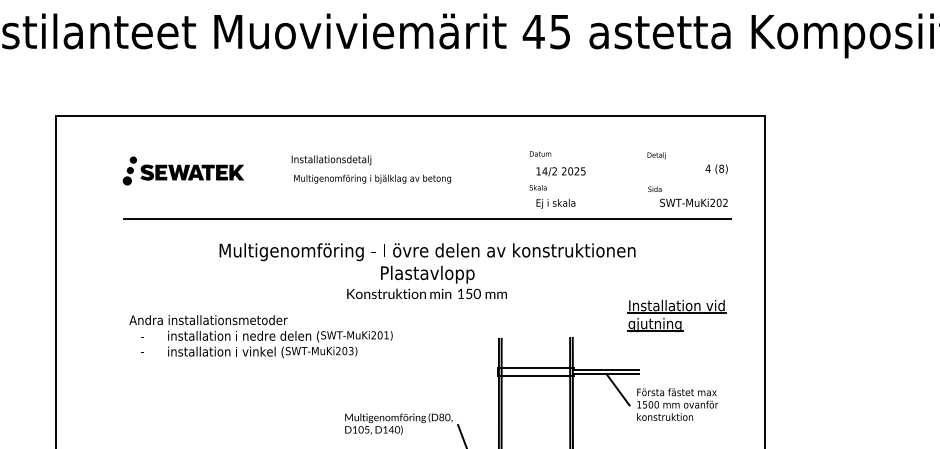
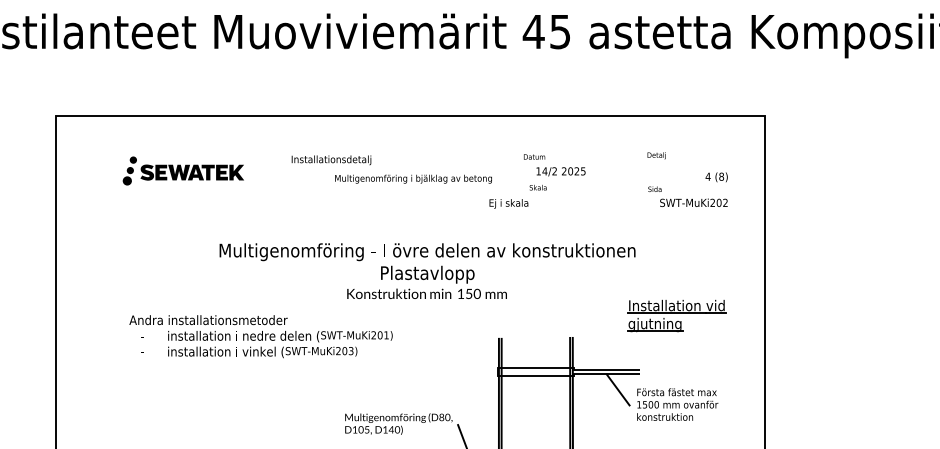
text at (540, 153) position: (540, 153) -> (534, 156)
text at (716, 169) position: (716, 169) -> (716, 177)
text at (372, 178) position: (372, 178) -> (413, 178)
text at (555, 203) position: (555, 203) -> (508, 203)
line at (427, 218): present -> none
